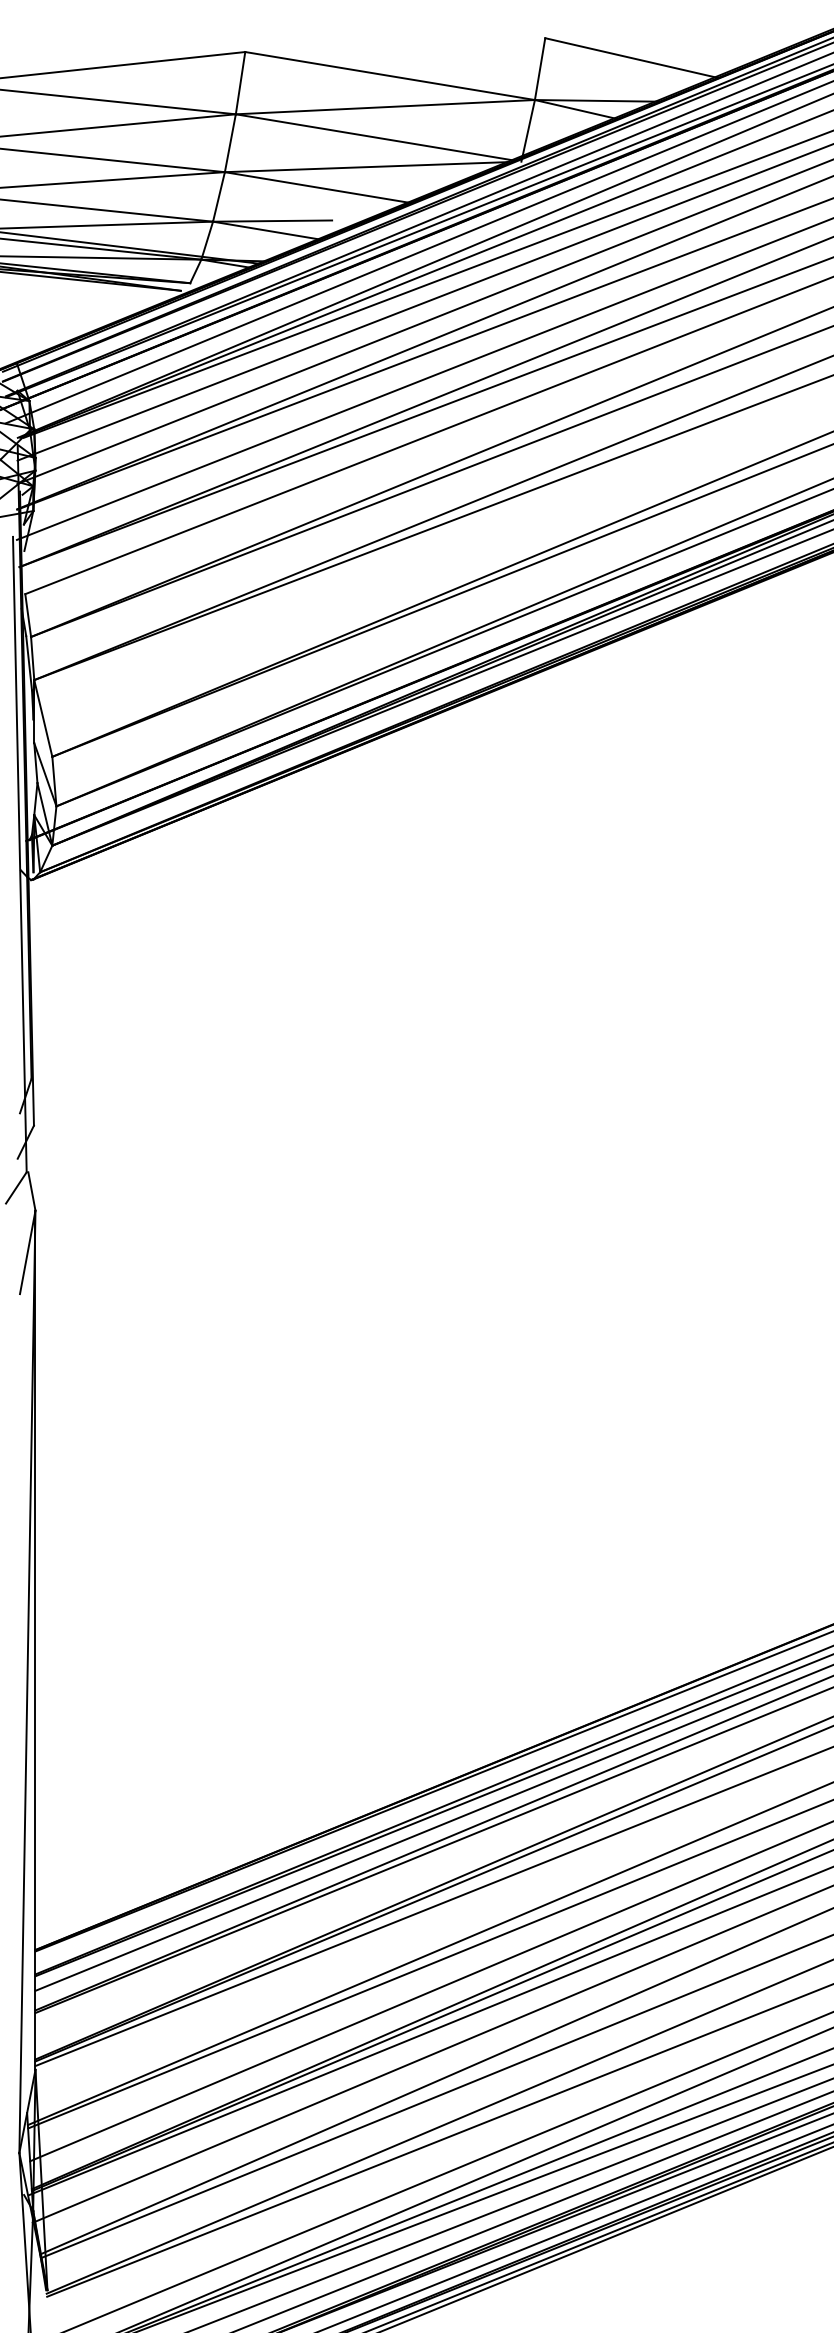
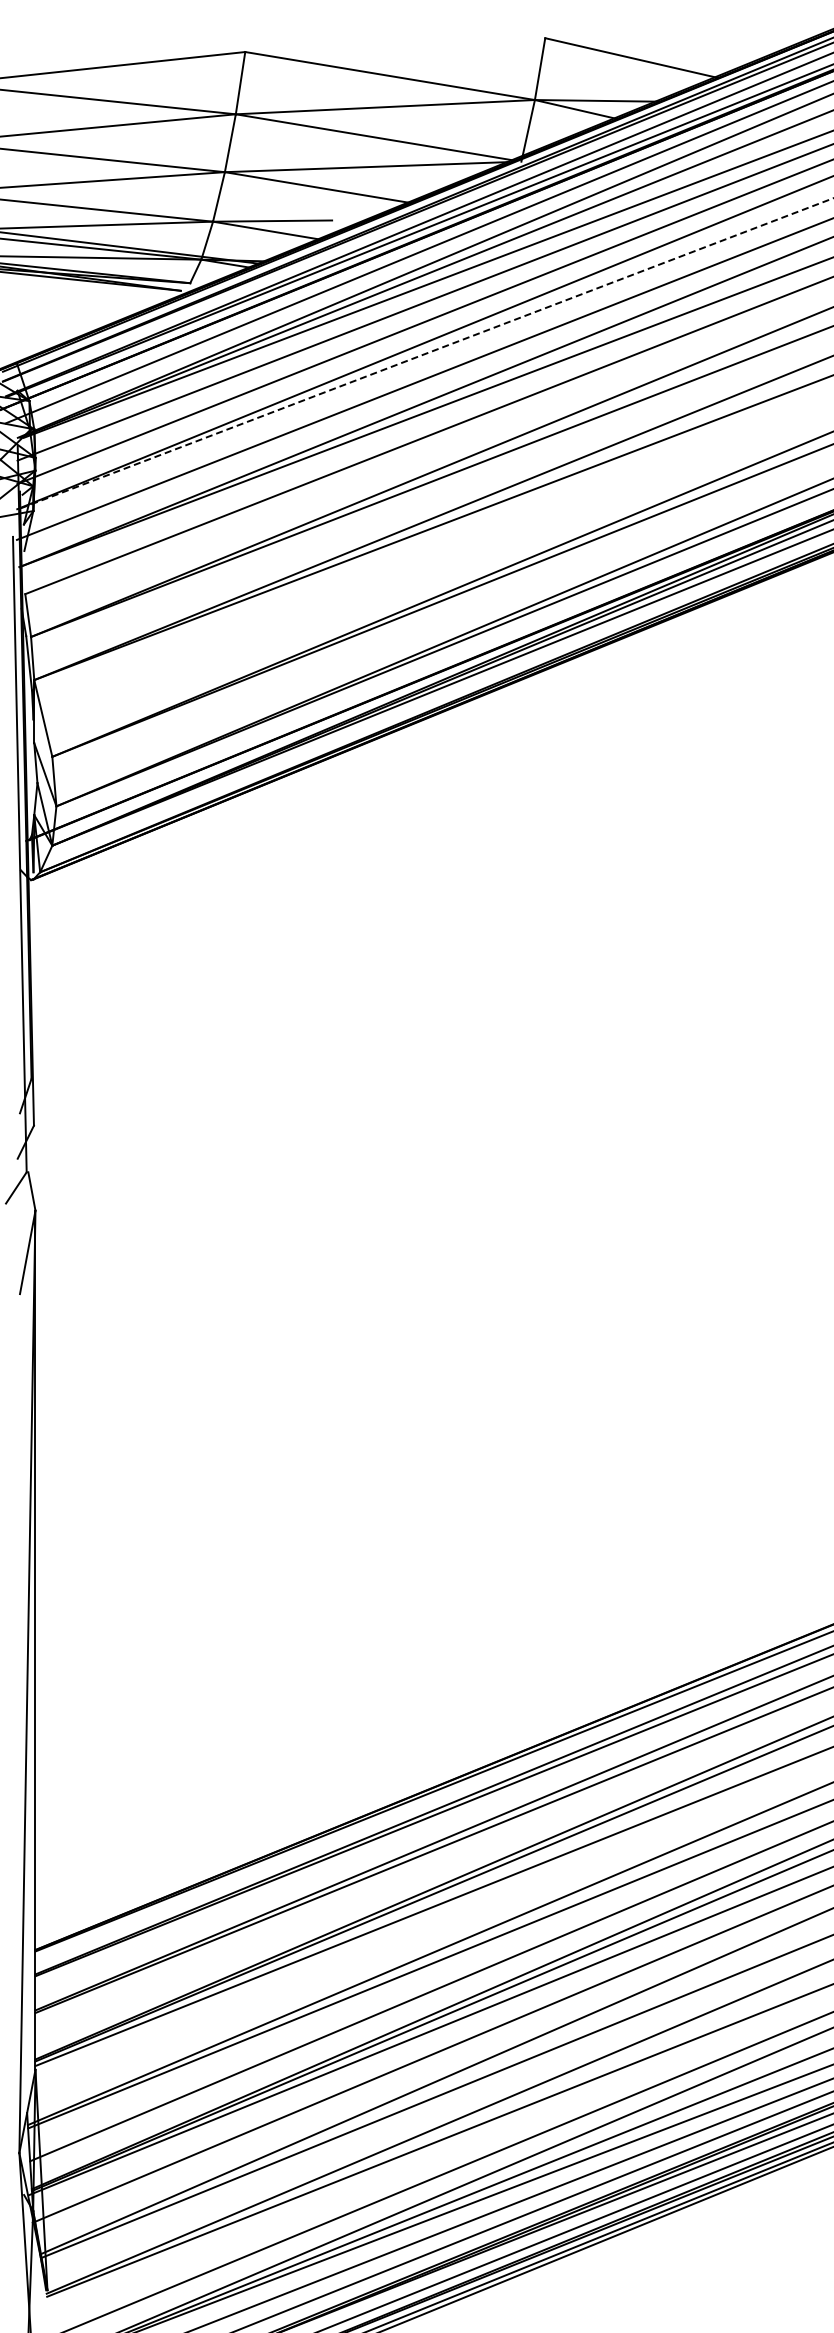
line at (425, 353): solid -> dashed
line at (432, 1828): present -> none
